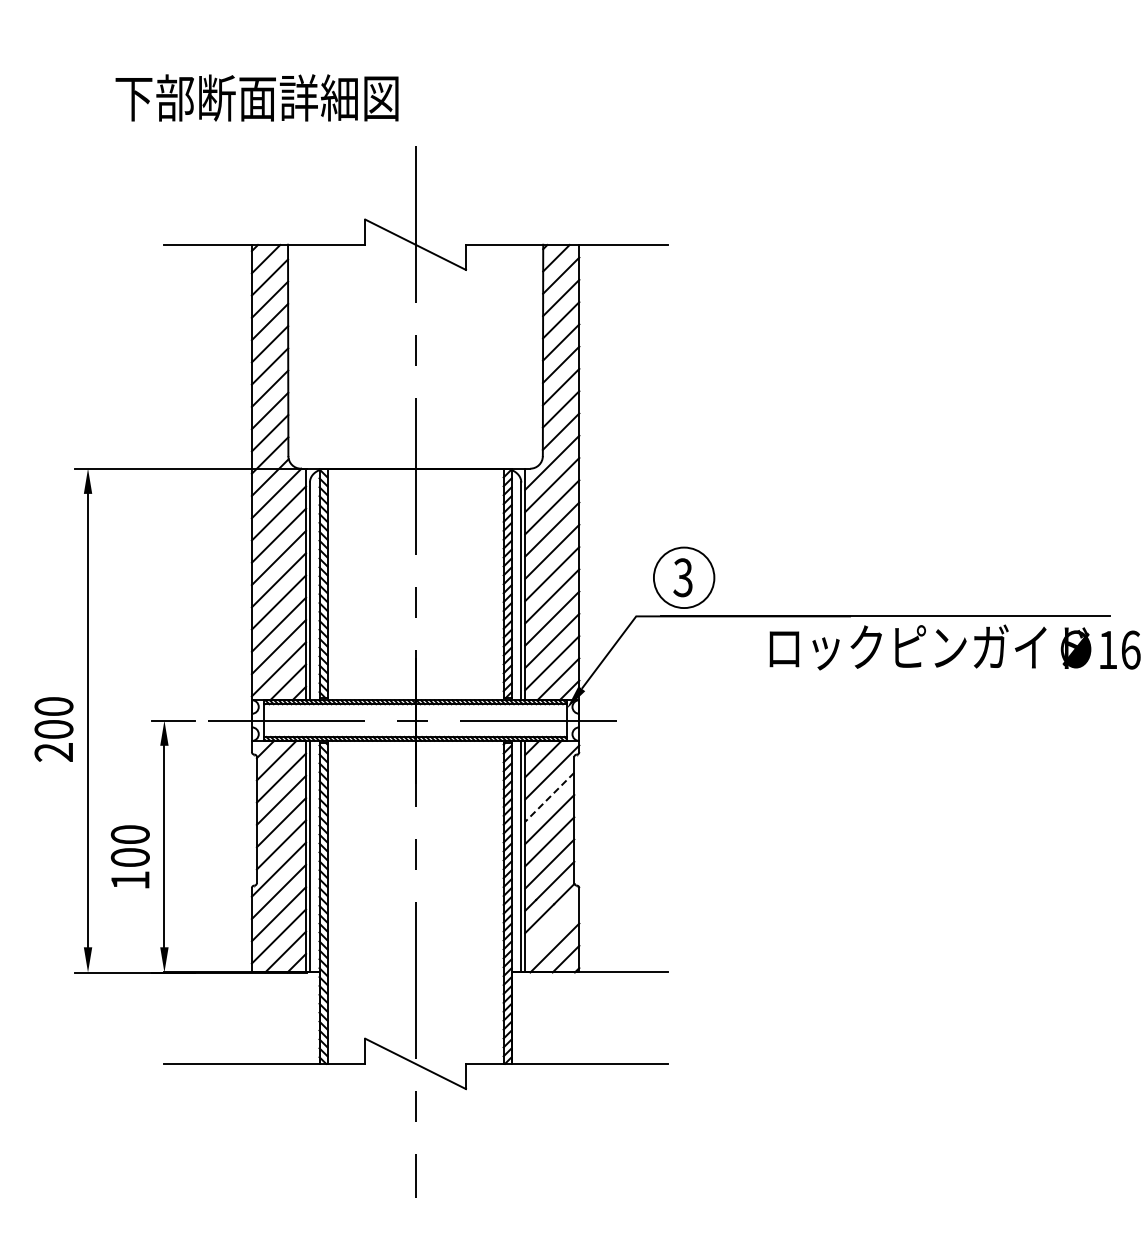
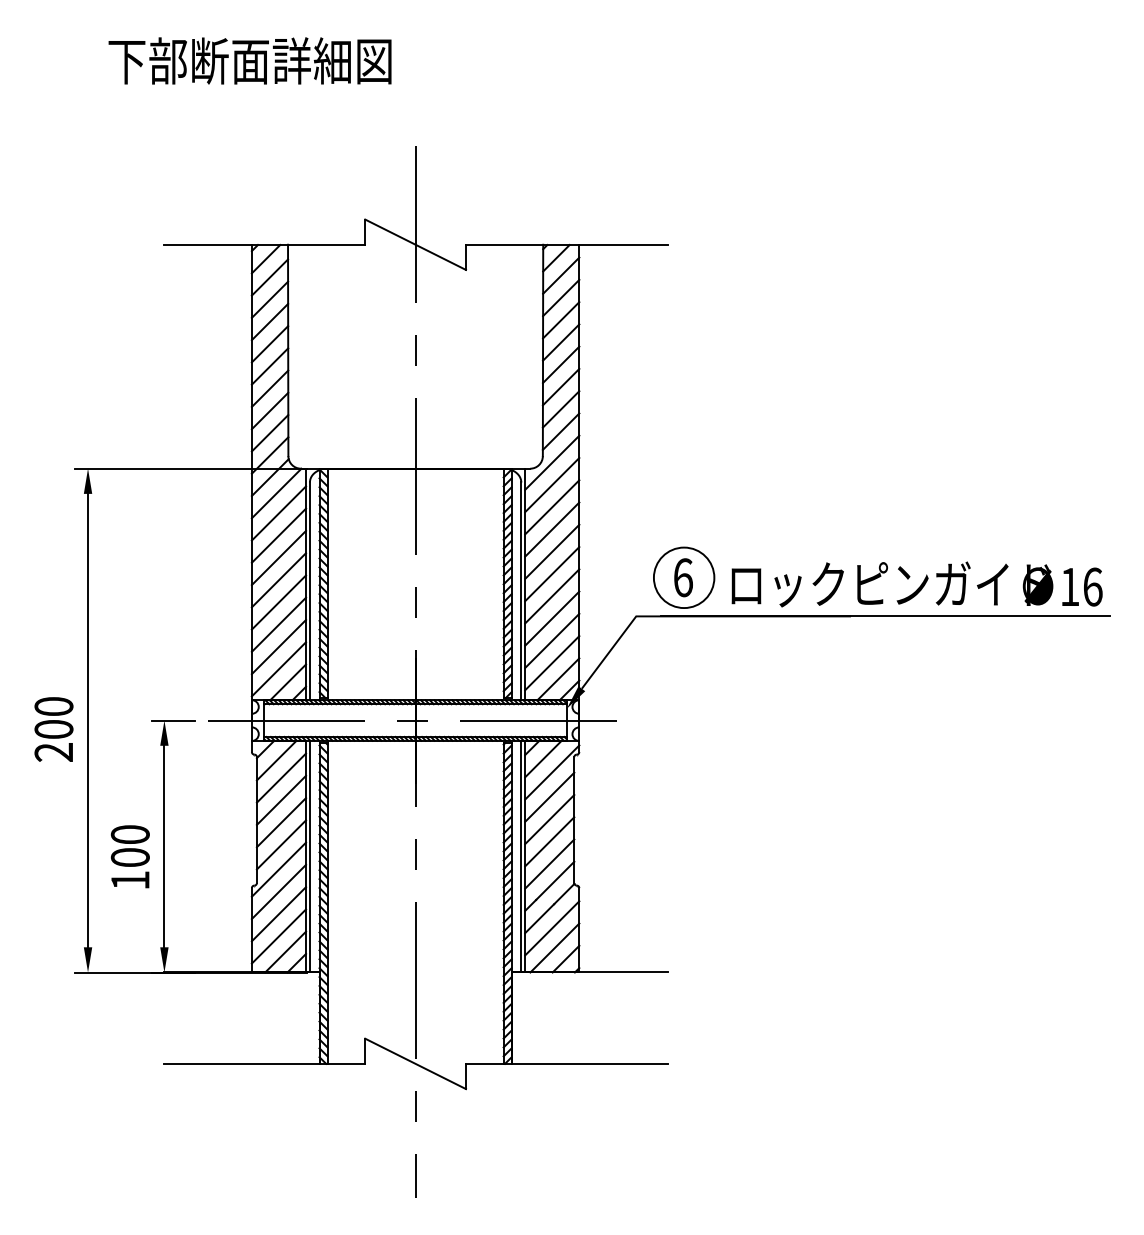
text at (256, 97) position: (256, 97) -> (249, 60)
text at (682, 577): 3 -> 6
text at (954, 647) position: (954, 647) -> (916, 584)
line at (549, 797): dashed -> solid
line at (552, 928): none -> present
